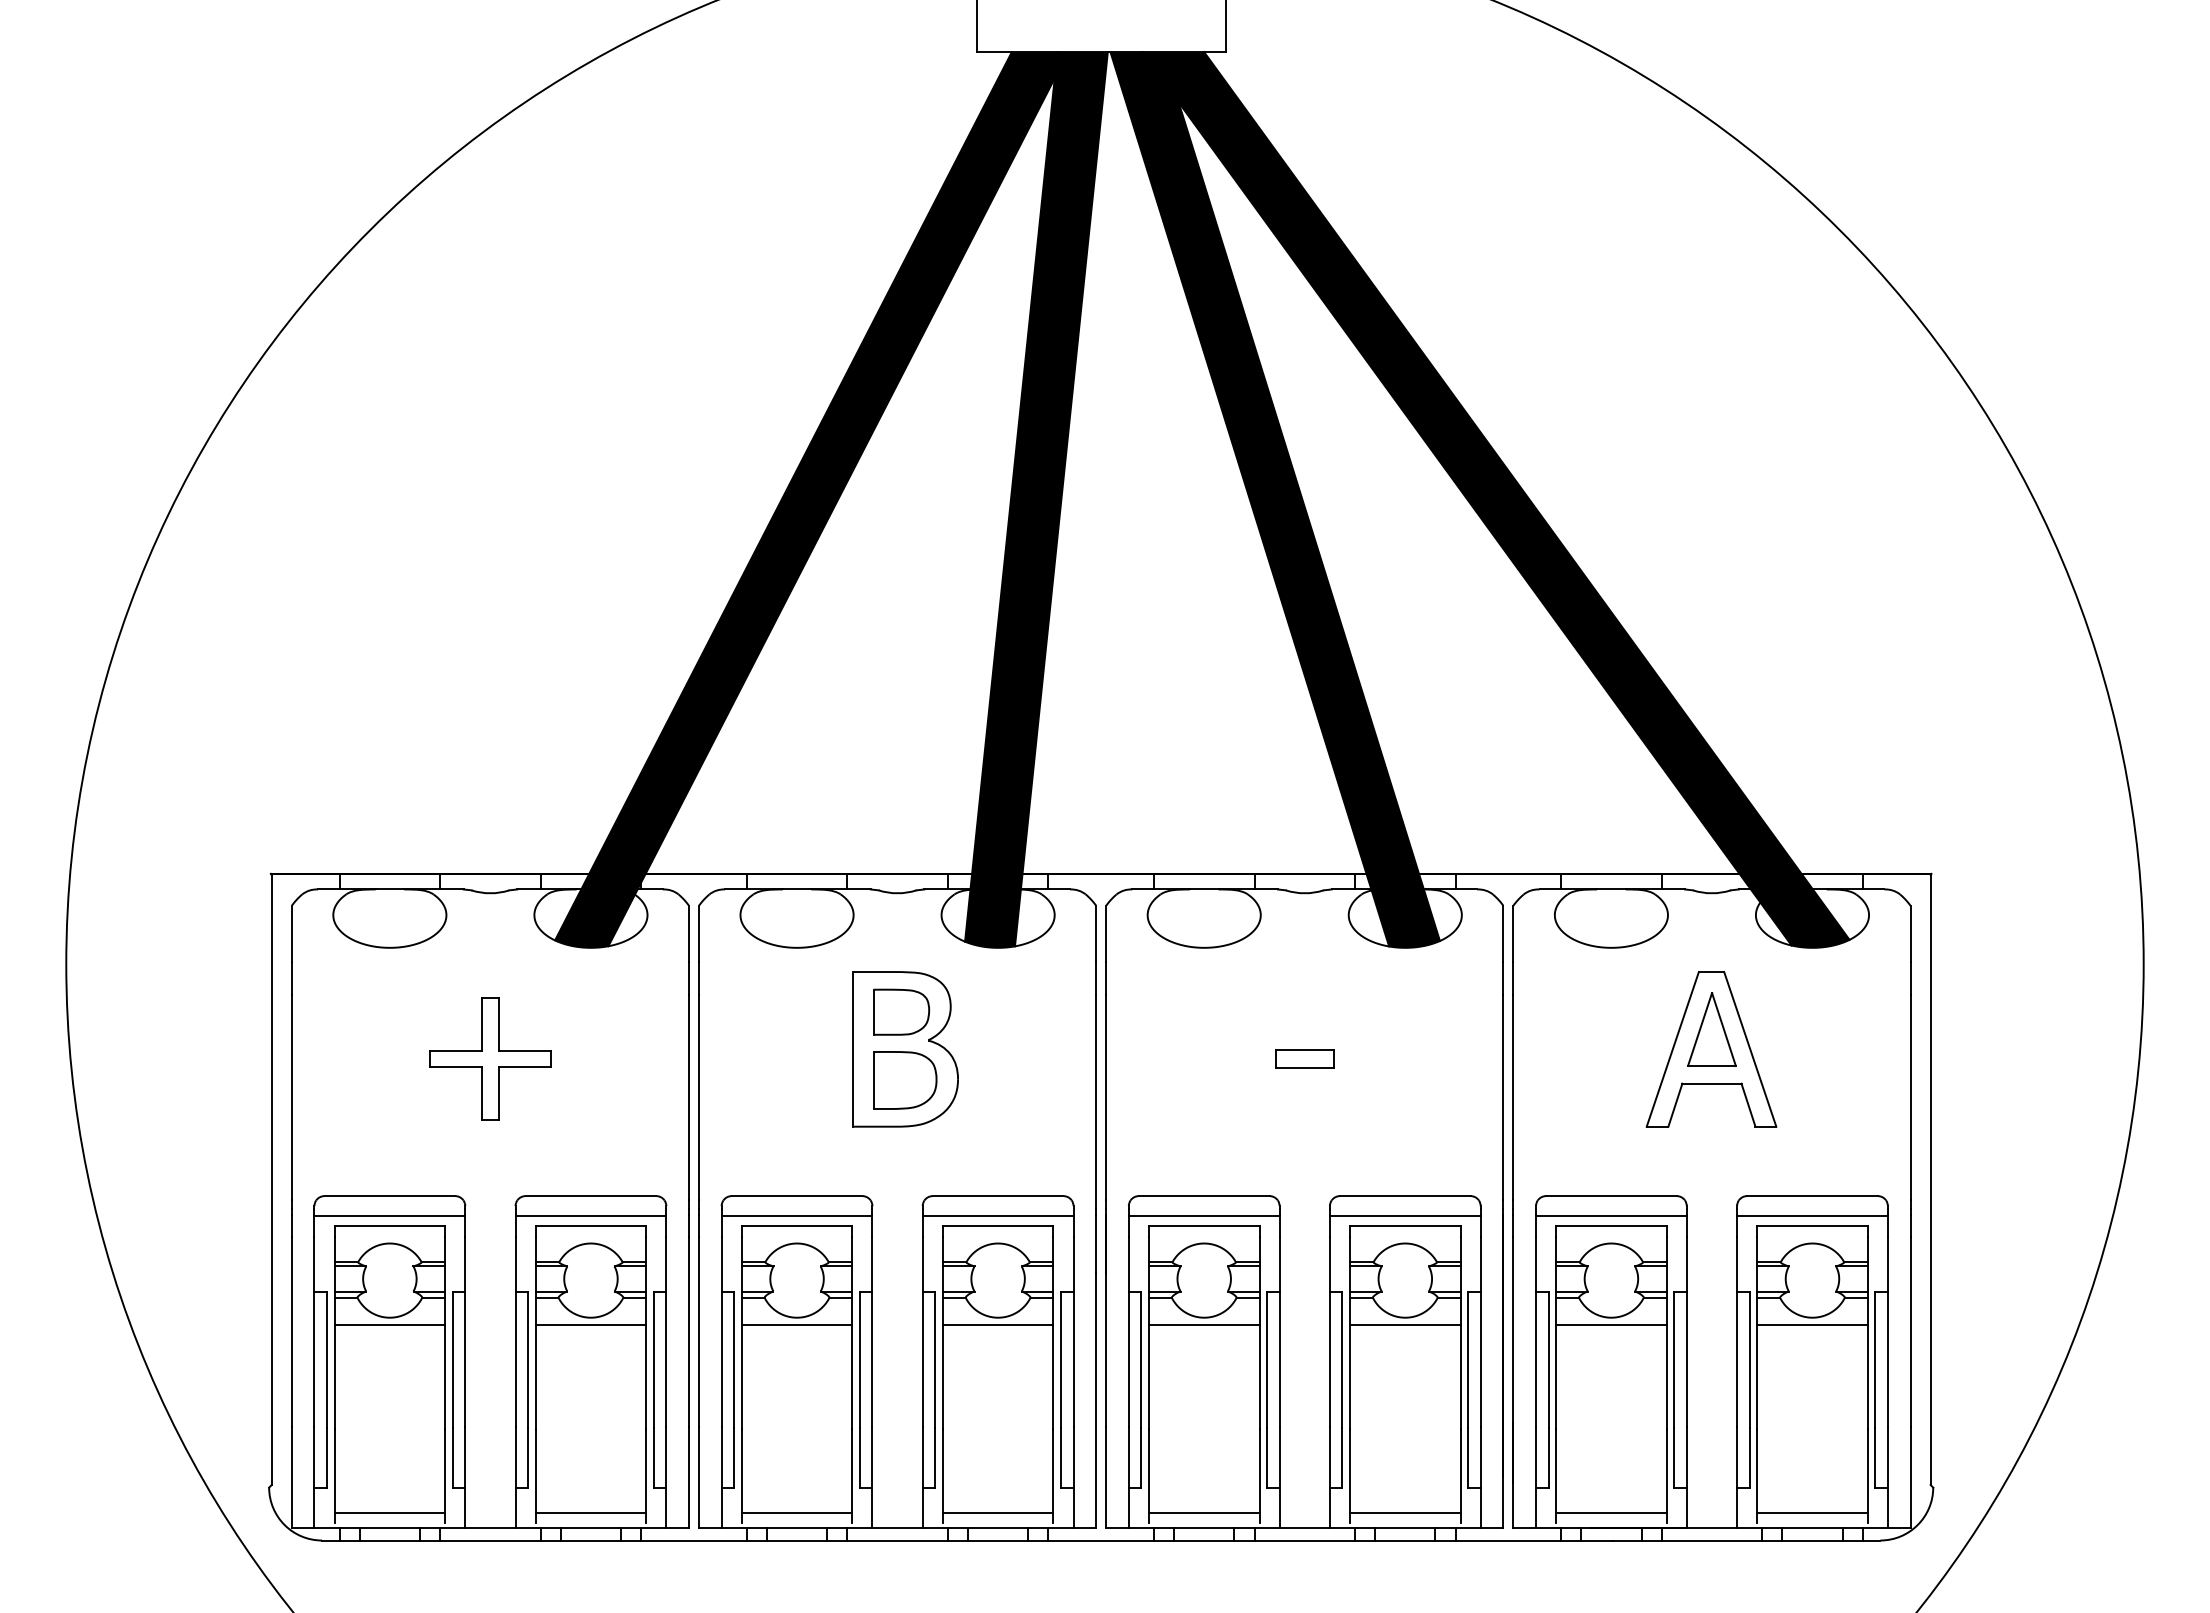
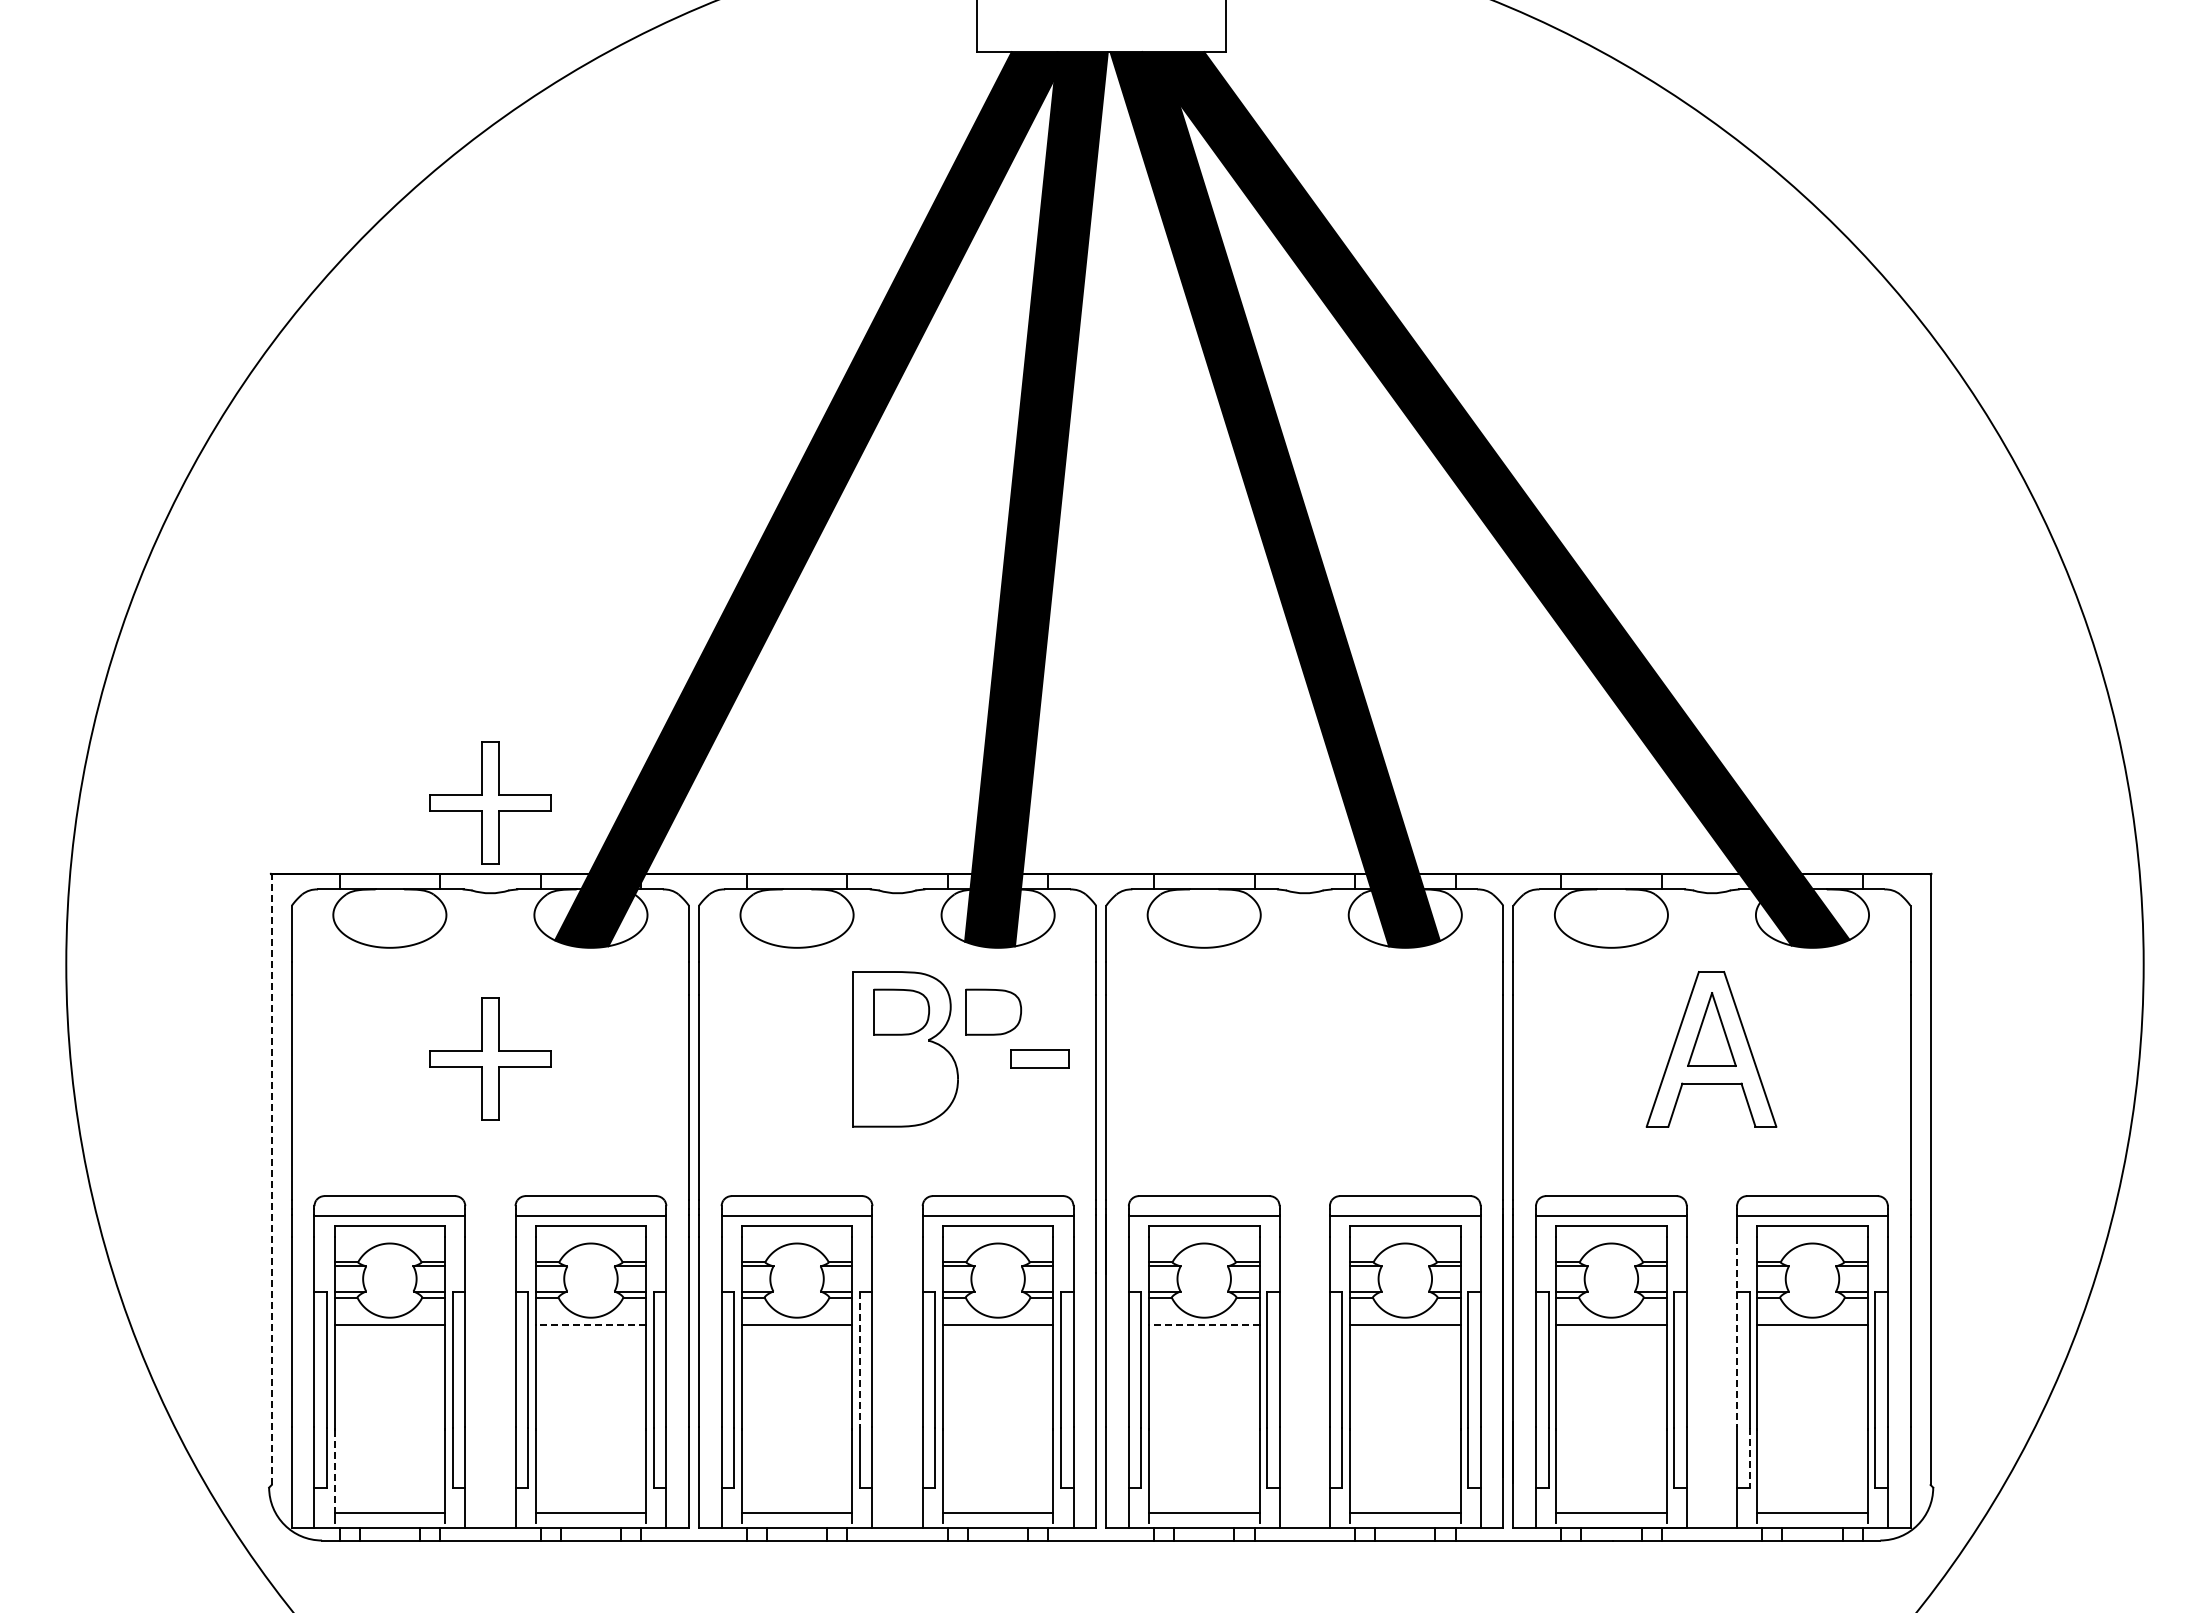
part at (490, 802): none -> present
part at (993, 1011): none -> present
part at (1304, 1058) position: (1304, 1058) -> (1039, 1058)
part at (905, 1080): present -> none
line at (271, 1179): solid -> dashed
line at (590, 1325): solid -> dashed
line at (1203, 1325): solid -> dashed
line at (1737, 1332): solid -> dashed
line at (859, 1360): solid -> dashed
line at (1749, 1457): solid -> dashed
line at (334, 1472): solid -> dashed
